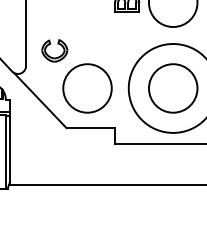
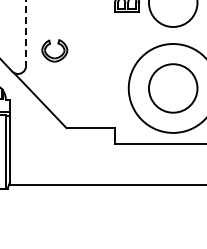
line at (26, 33): solid -> dashed
circle at (87, 88): present -> none
